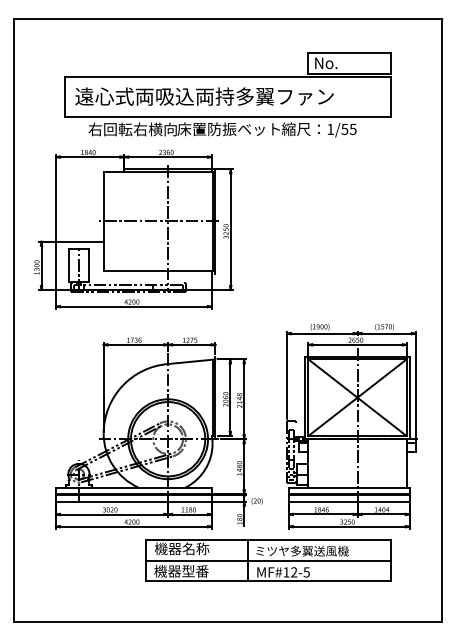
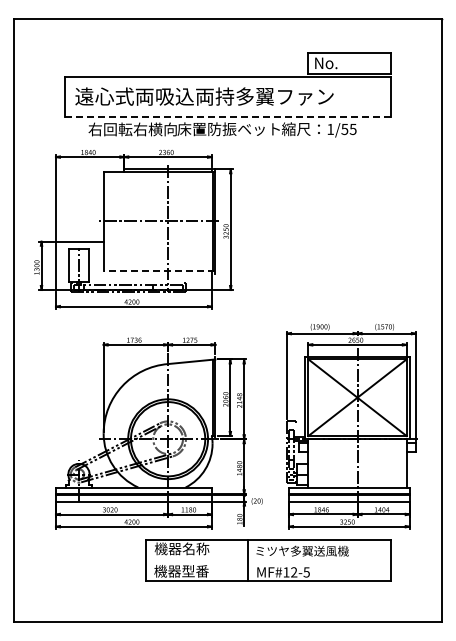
line at (228, 117): solid -> dashed
line at (159, 270): solid -> dashed
line at (268, 560): present -> none
